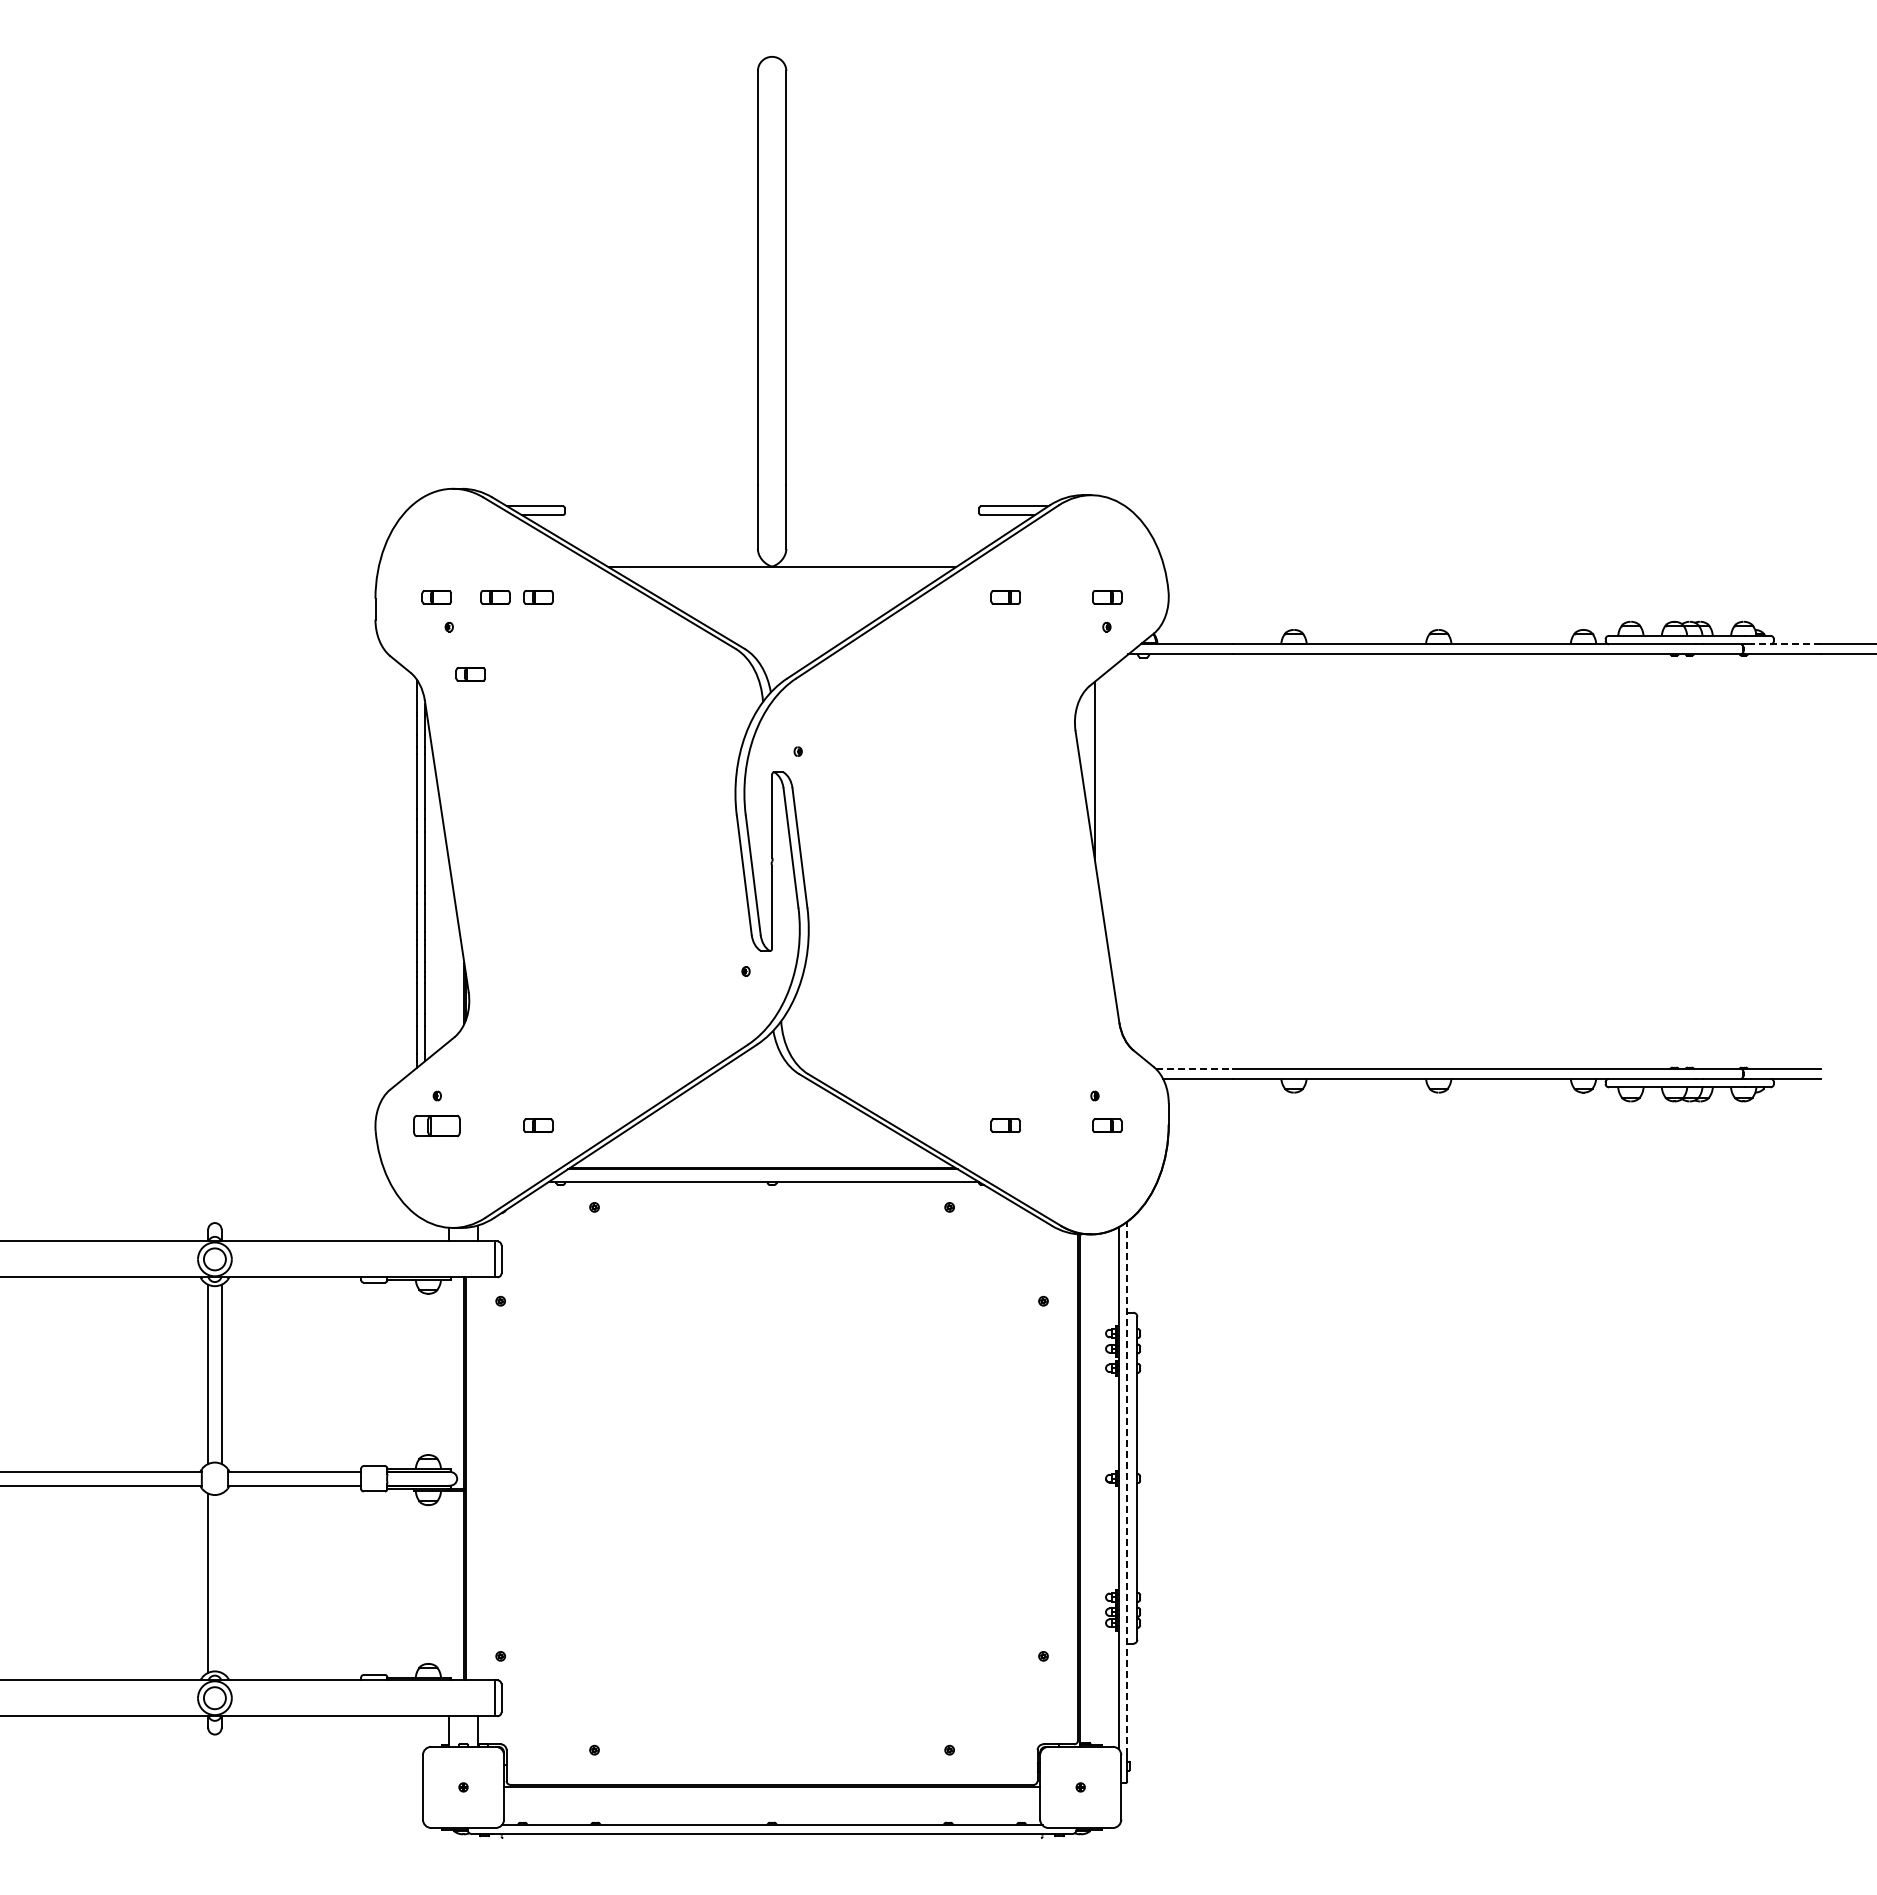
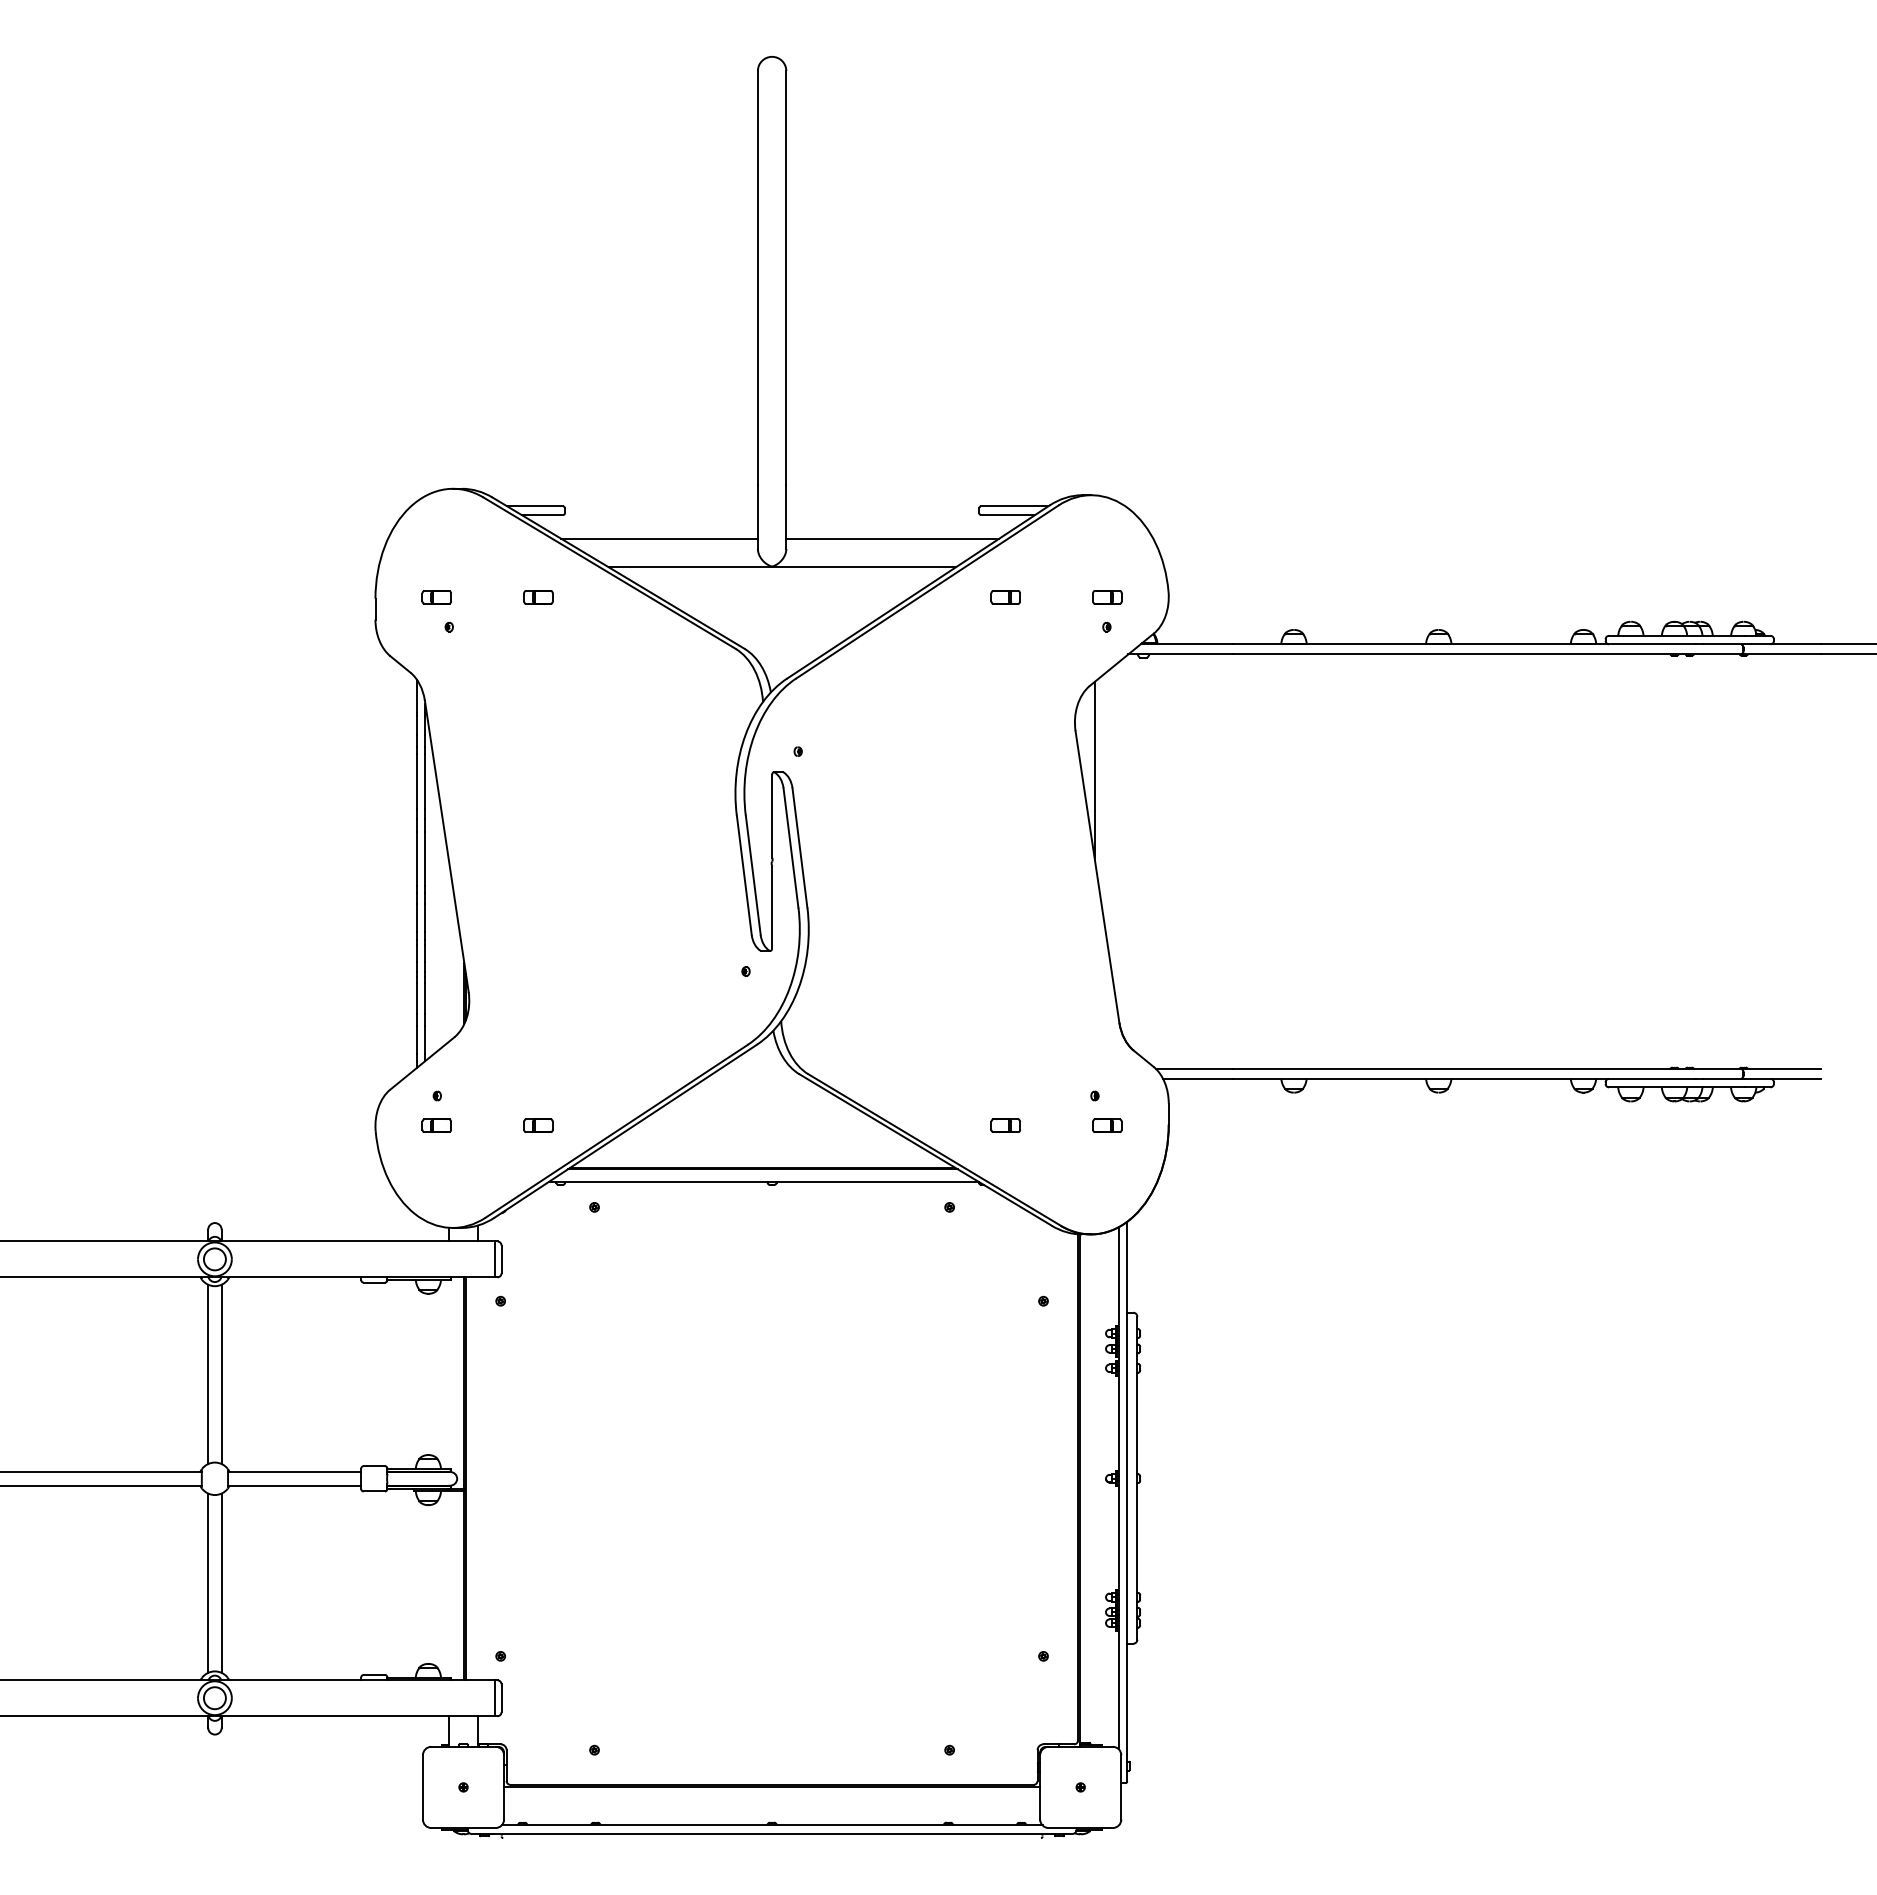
line at (659, 538): none -> present
line at (892, 538): none -> present
part at (495, 597): present -> none
line at (1786, 644): dashed -> solid
part at (470, 674): present -> none
line at (1194, 1068): dashed -> solid
part at (436, 1125) size: 48x22 px -> 31x15 px
line at (1127, 1488): dashed -> solid
line at (221, 1582): none -> present
